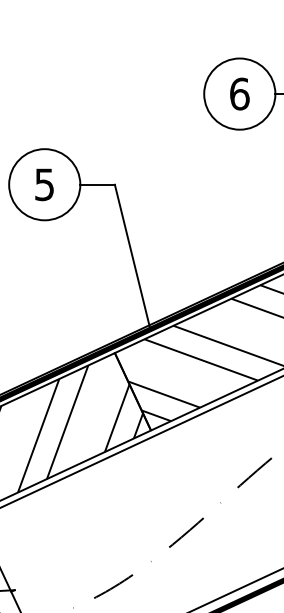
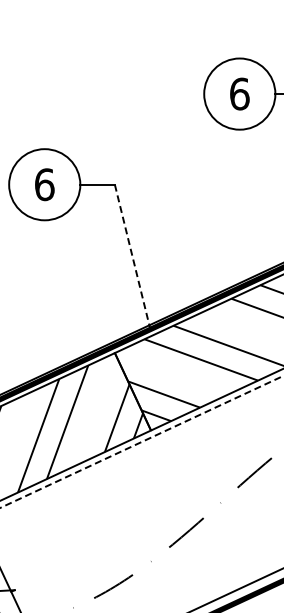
text at (44, 184): 5 -> 6
line at (132, 257): solid -> dashed
line at (142, 441): solid -> dashed
